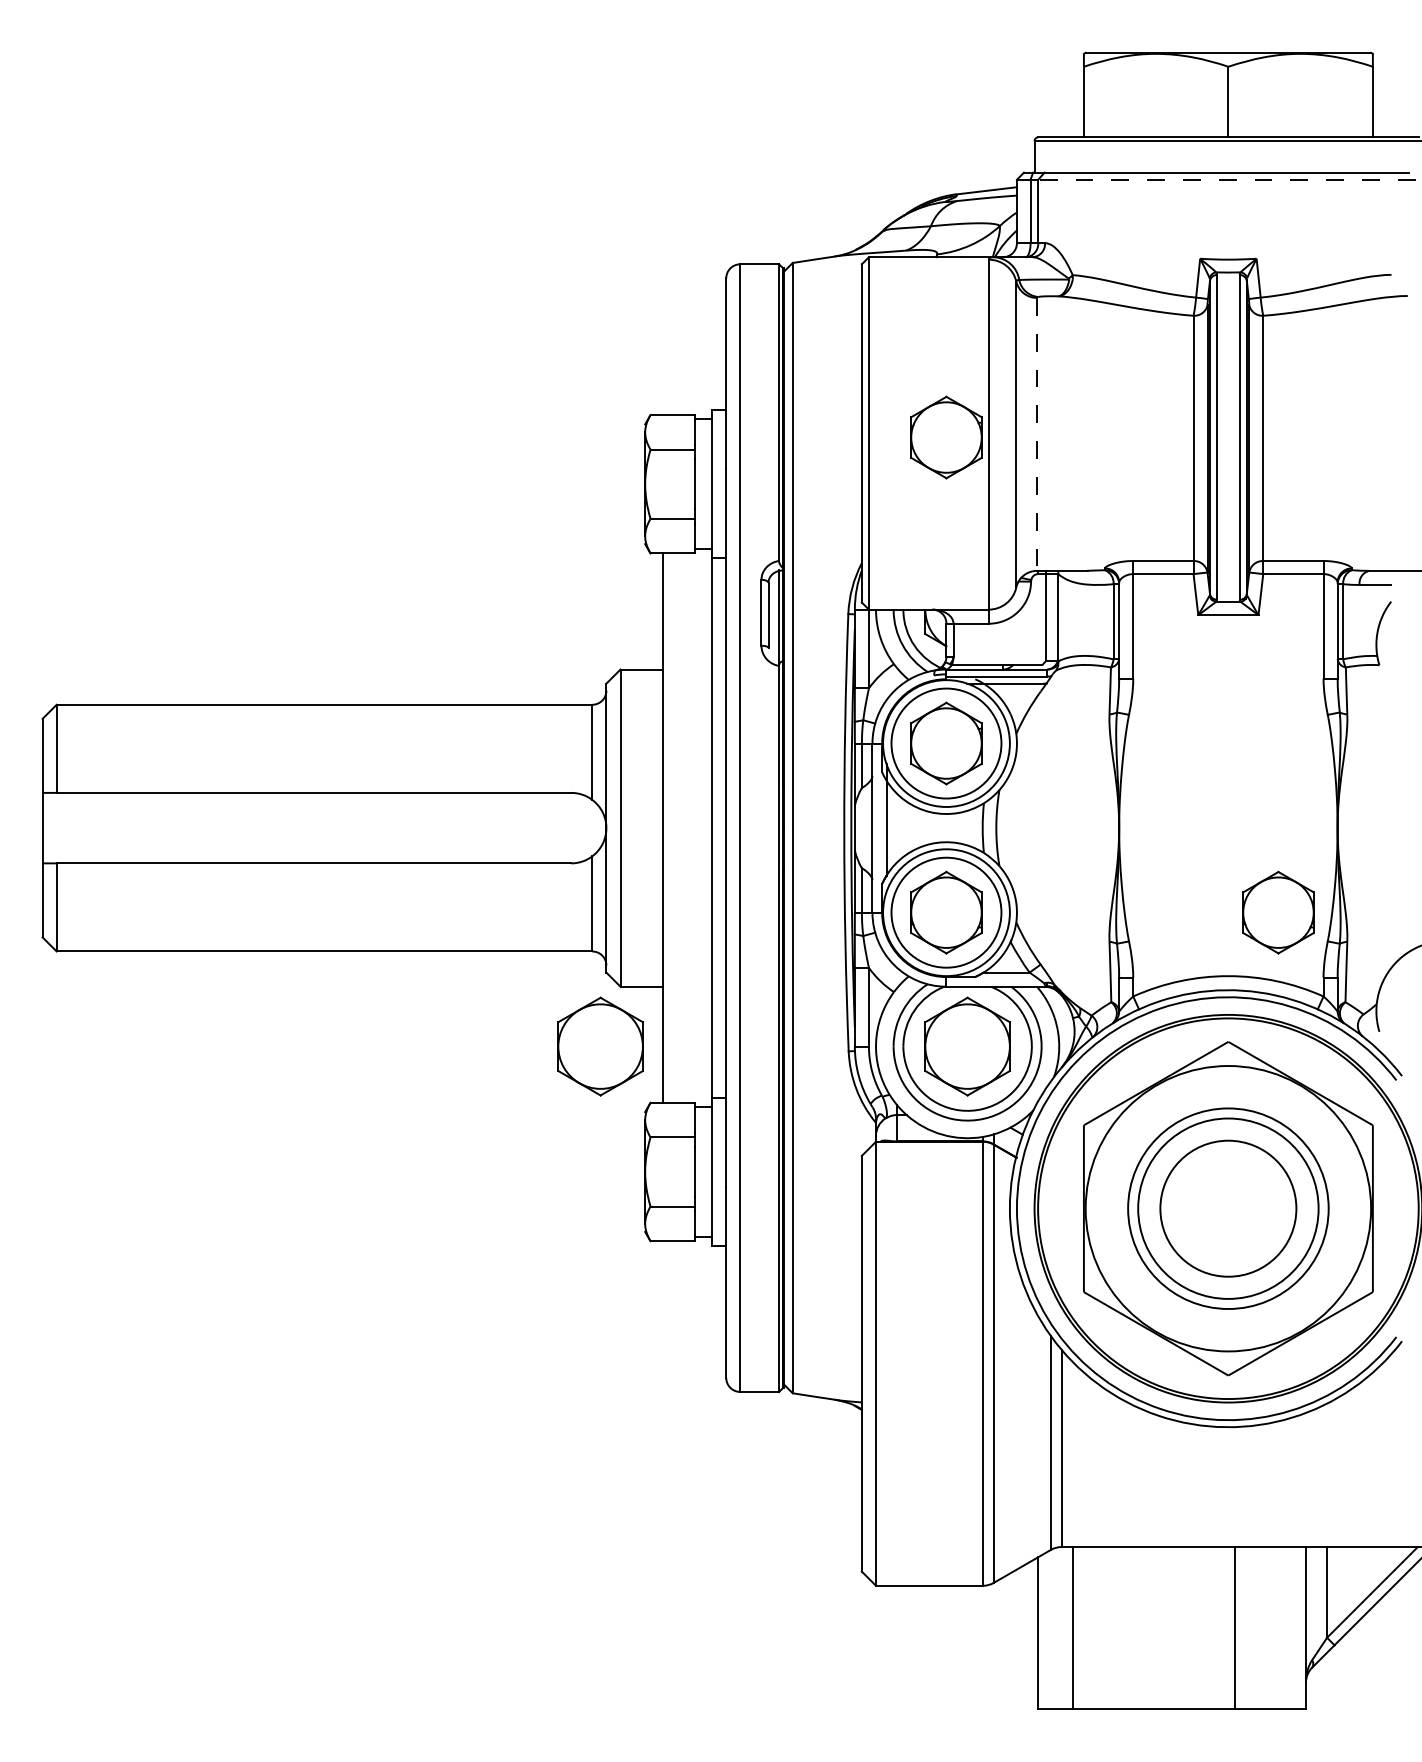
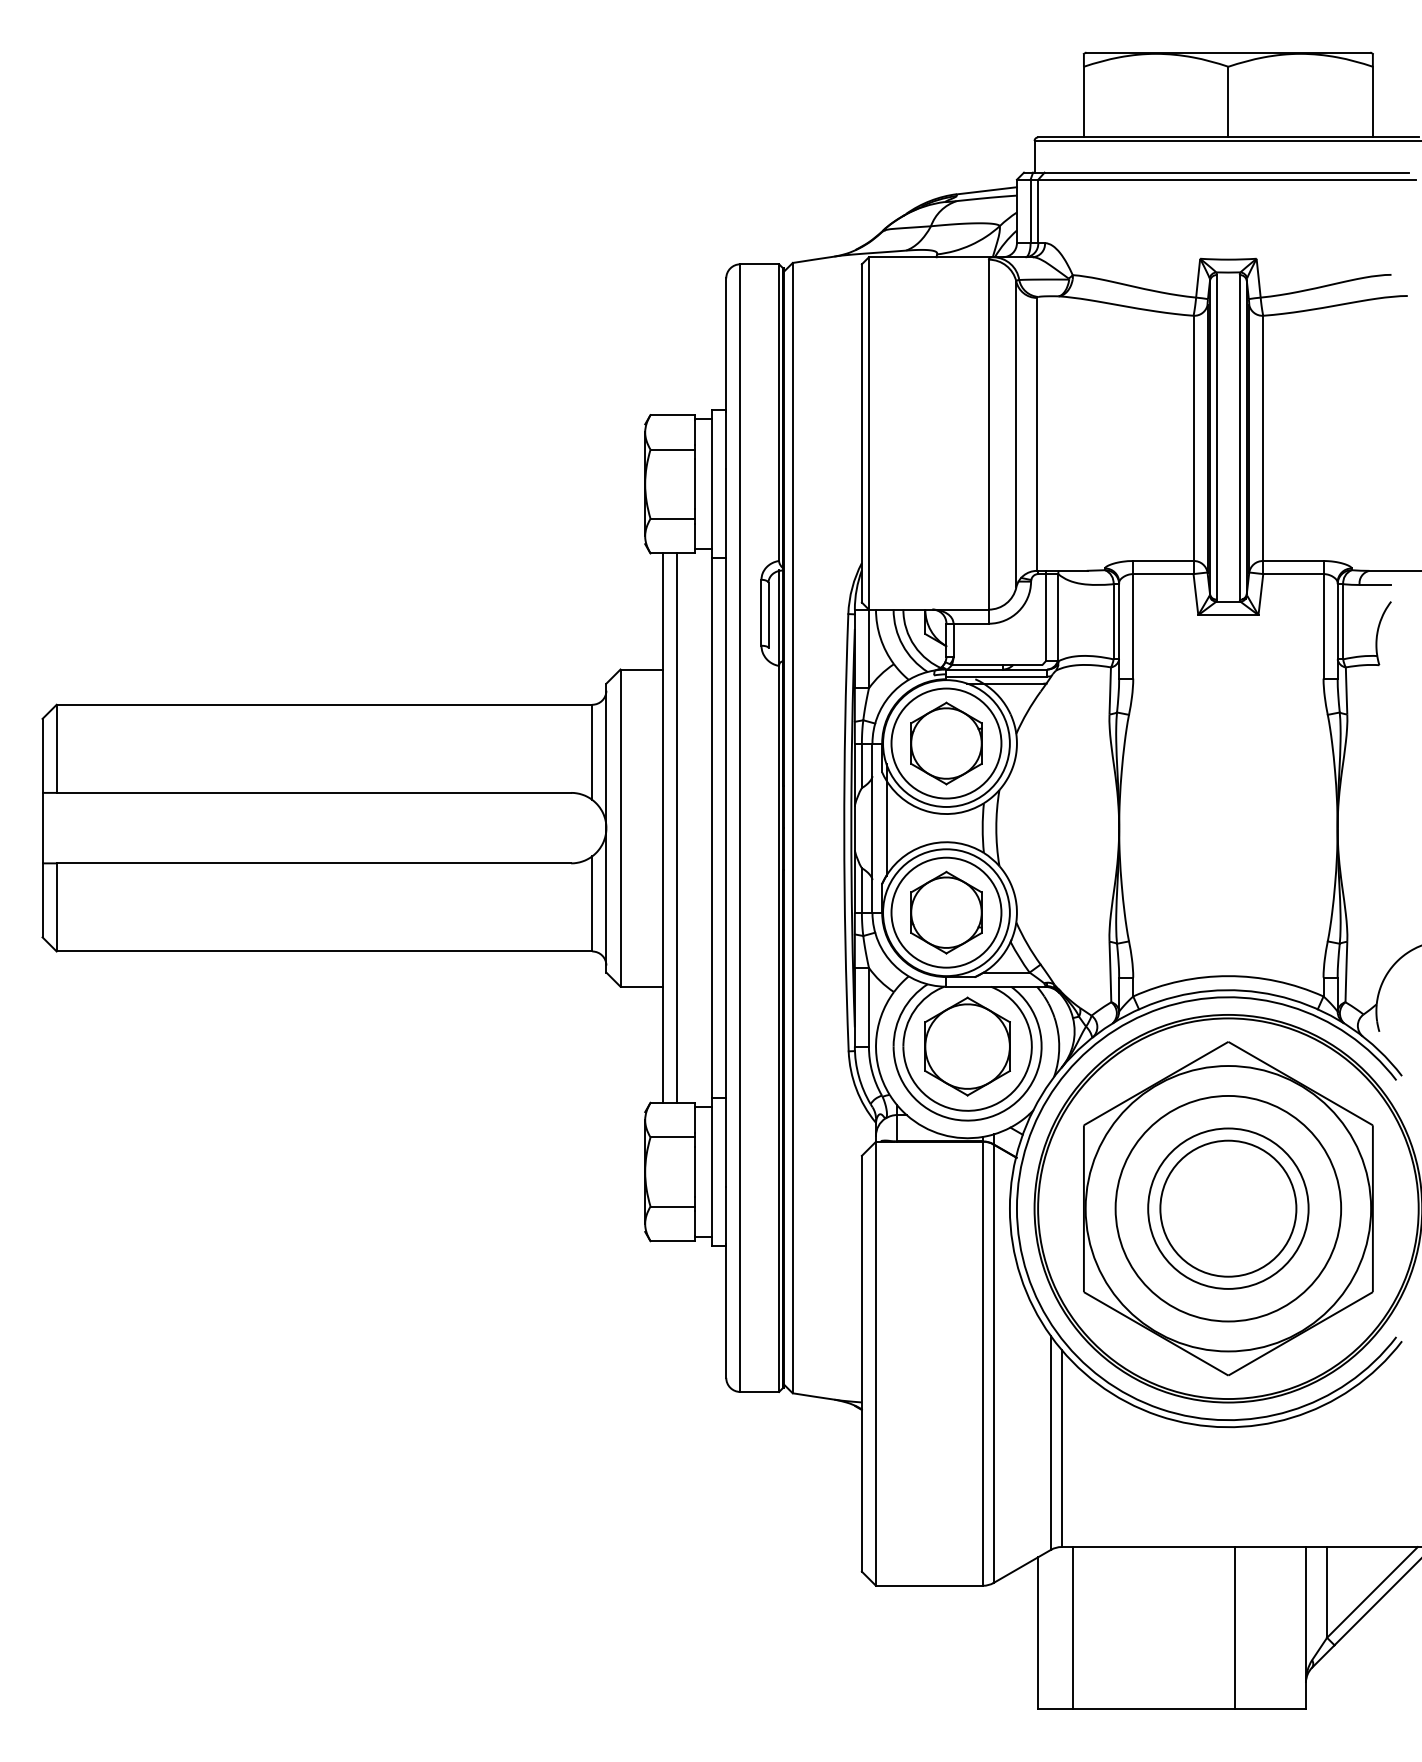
line at (1226, 179): dashed -> solid
line at (1036, 434): dashed -> solid
part at (946, 437): present -> none
line at (676, 827): none -> present
part at (1278, 912): present -> none
part at (600, 1046): present -> none
circle at (1228, 1208) diameter: 180 px -> 226 px
circle at (1228, 1208) diameter: 201 px -> 160 px
